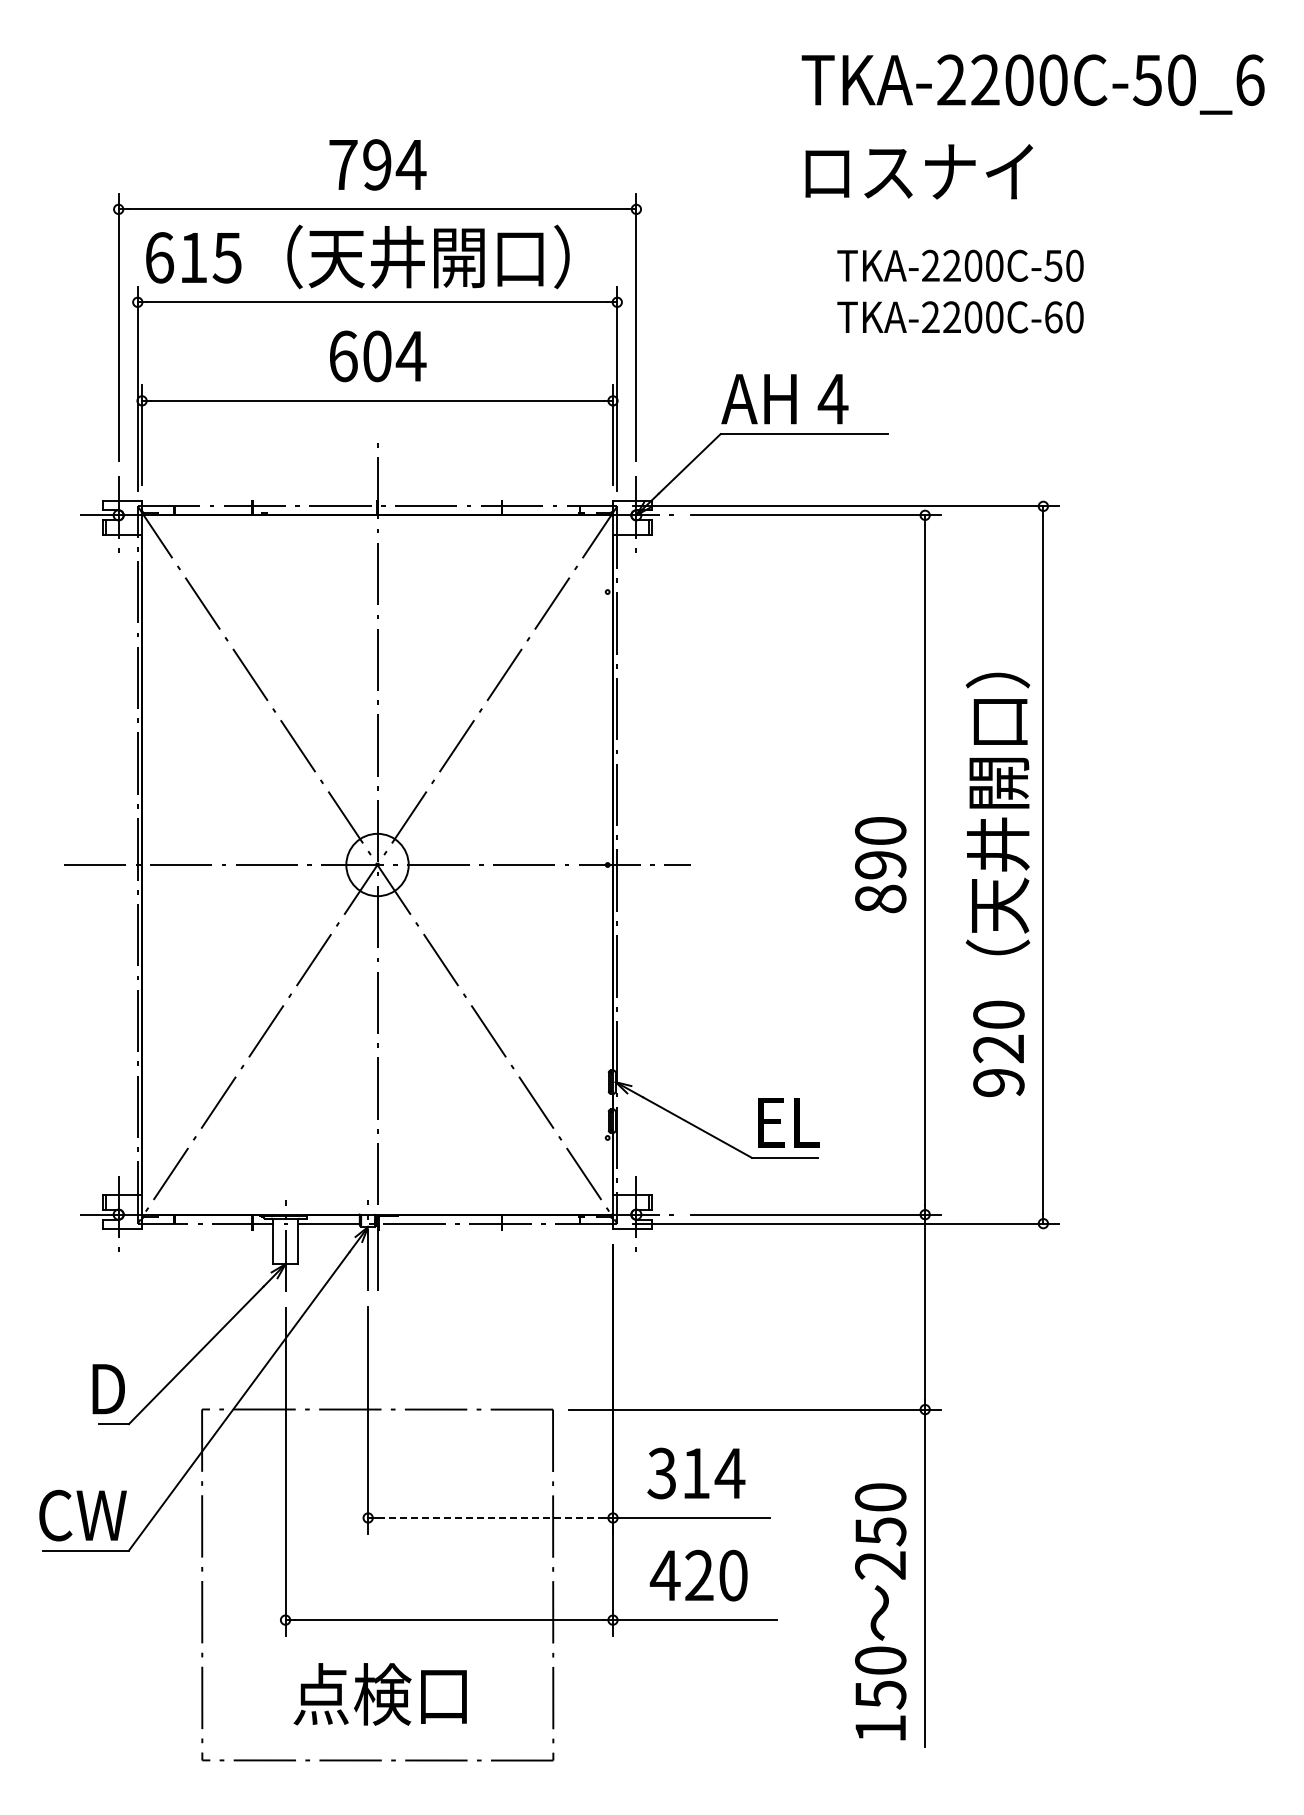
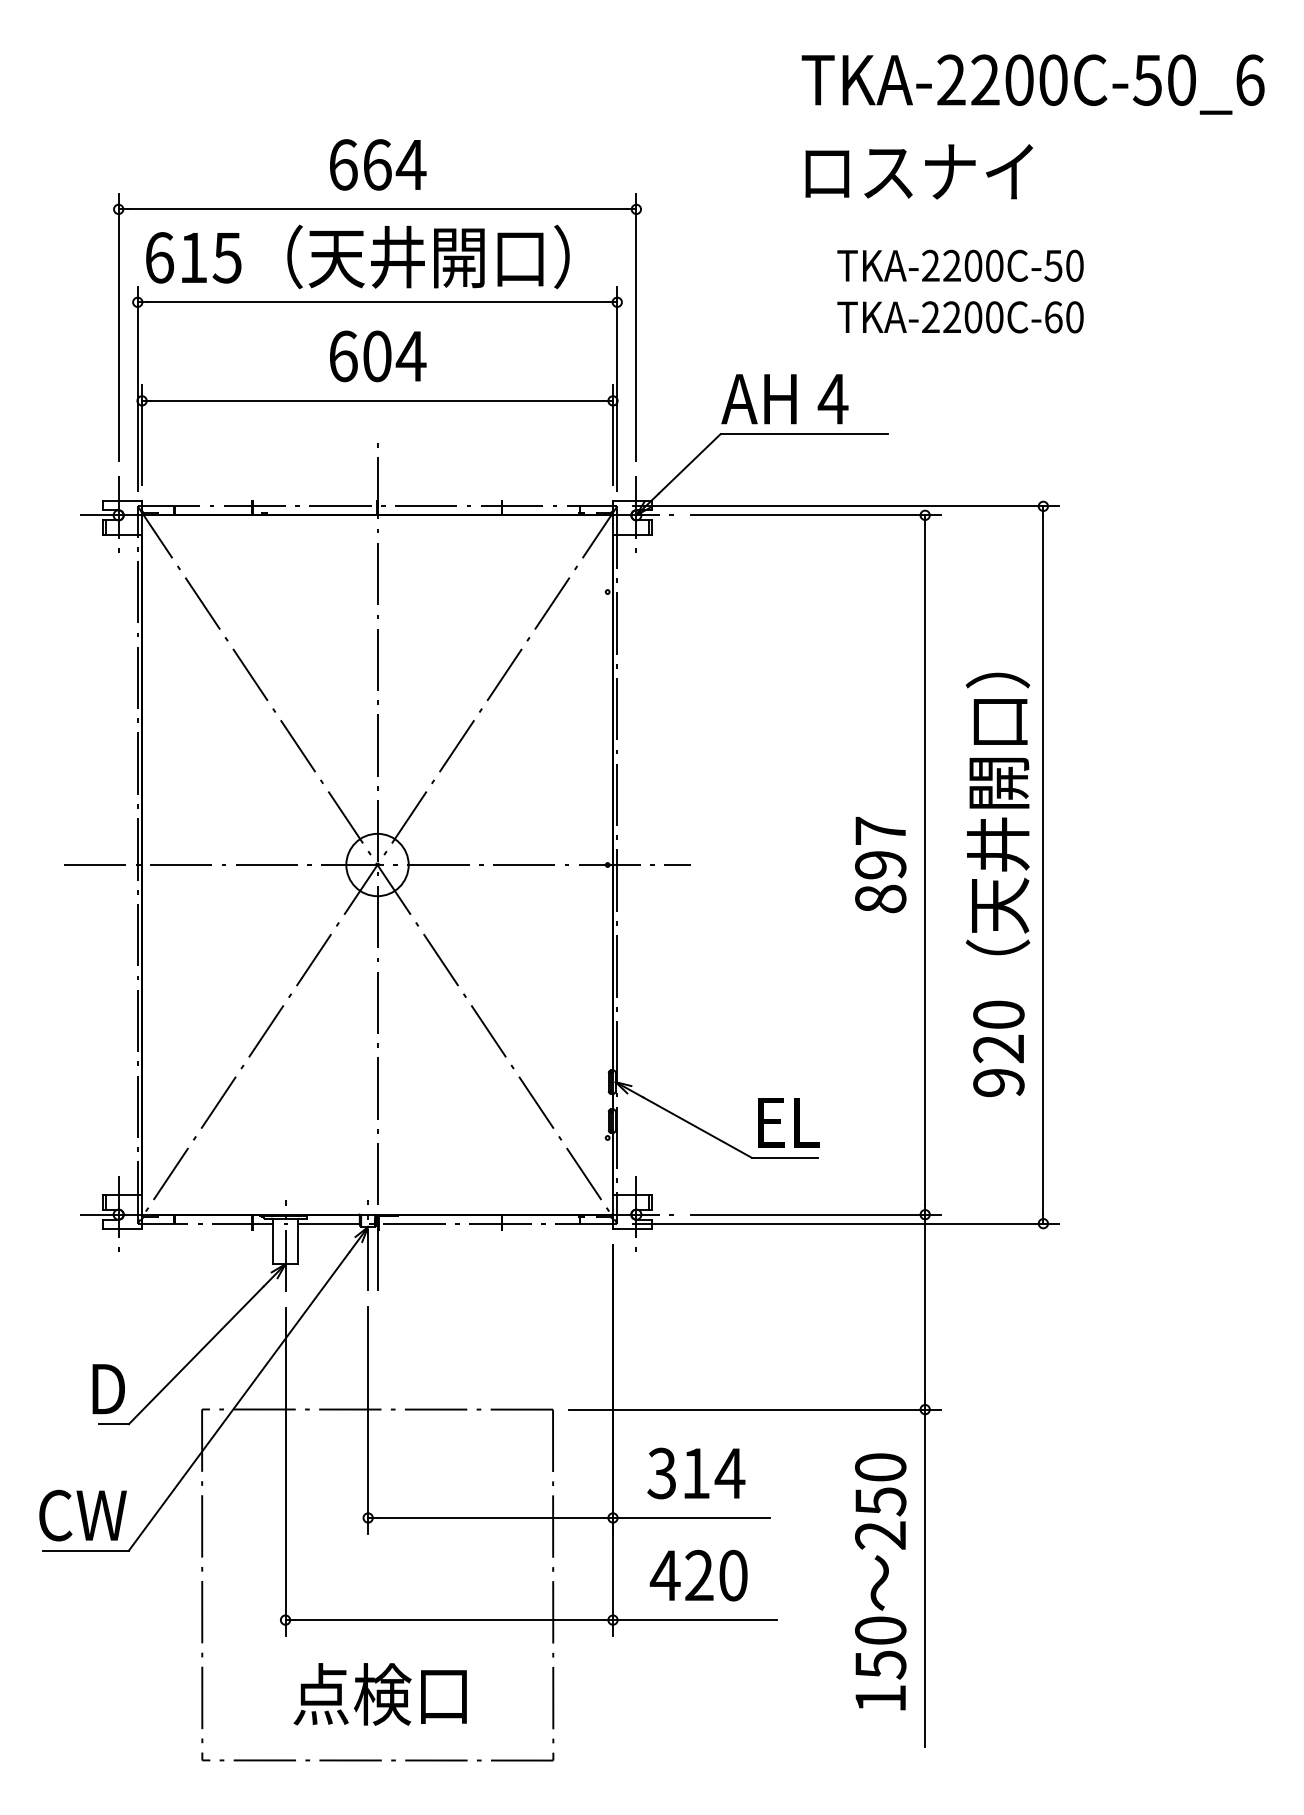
text at (360, 164): 794 -> 664
text at (880, 830): 890 -> 897
line at (491, 1517): dashed -> solid
text at (880, 1611) position: (880, 1611) -> (880, 1581)
